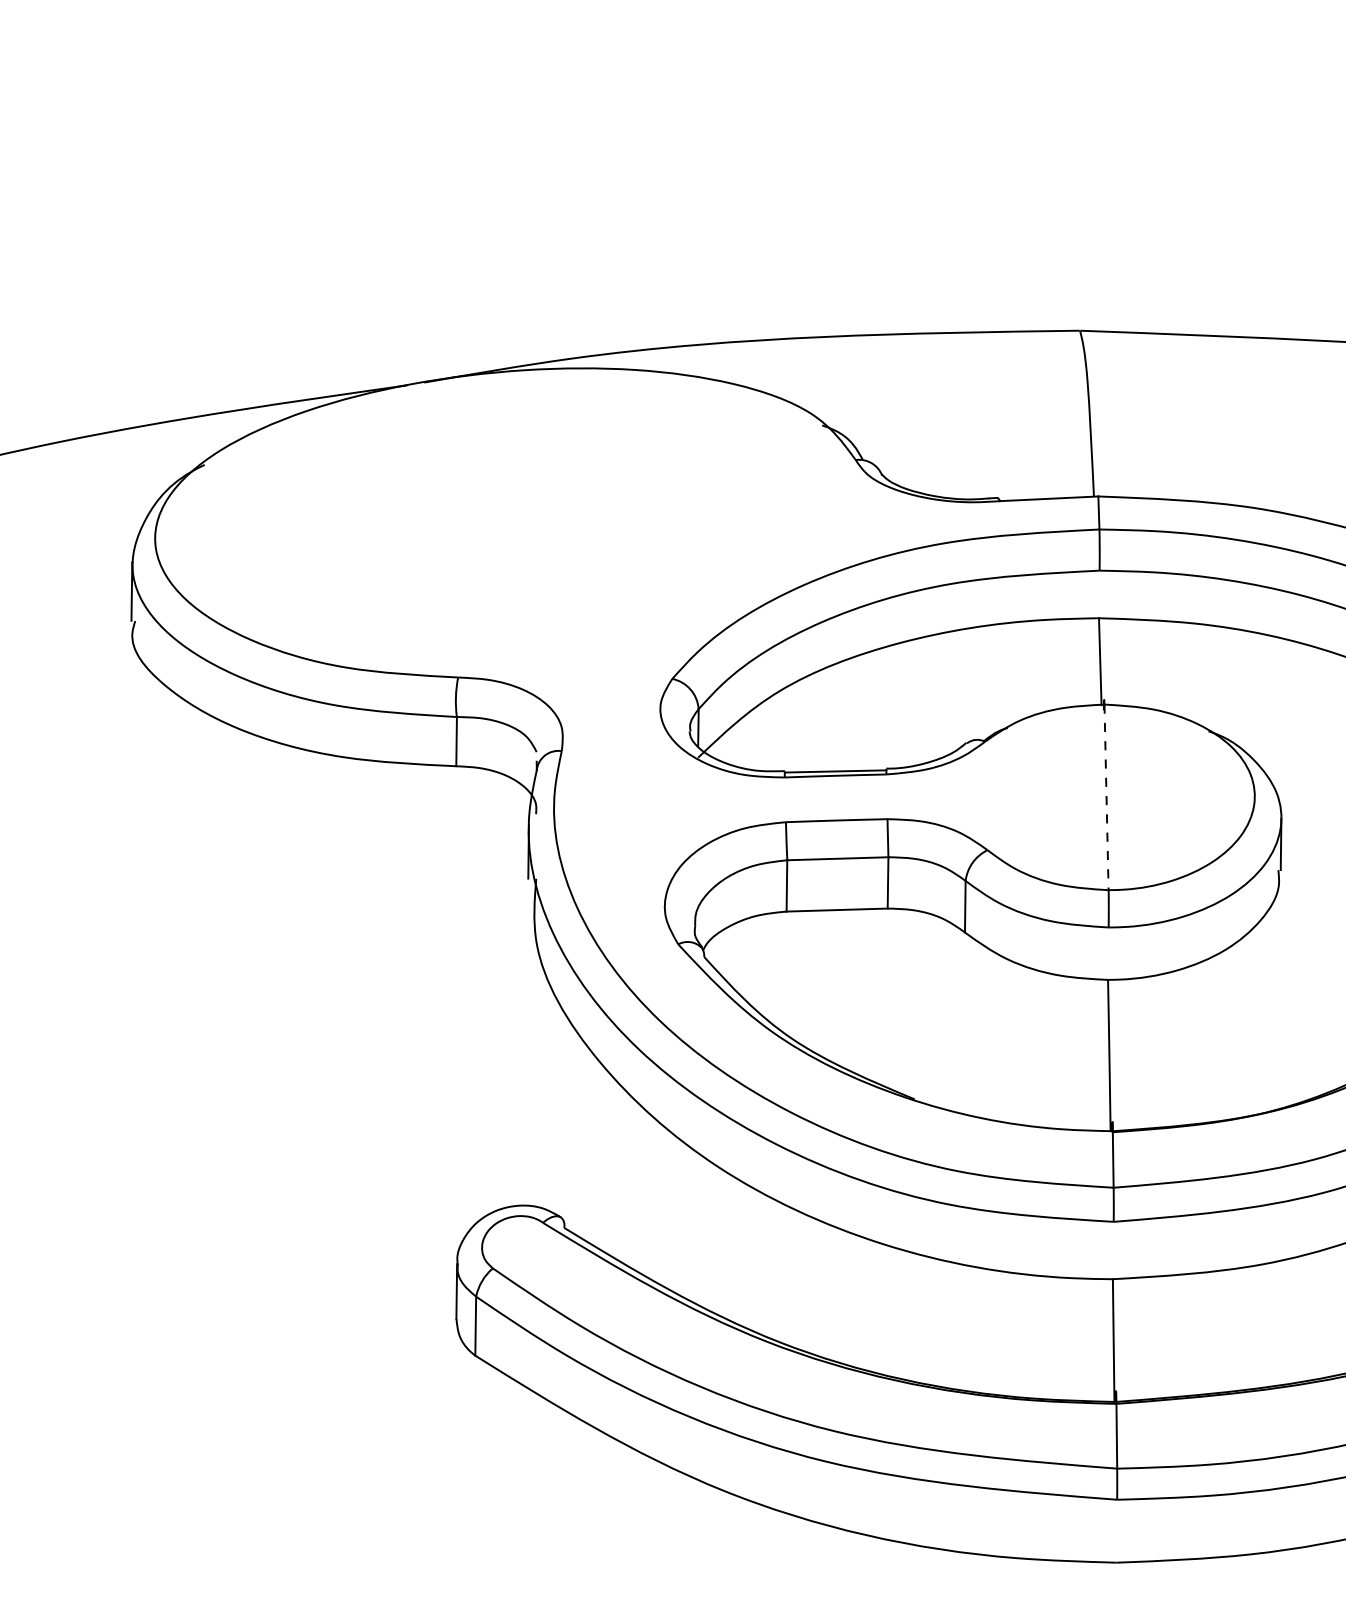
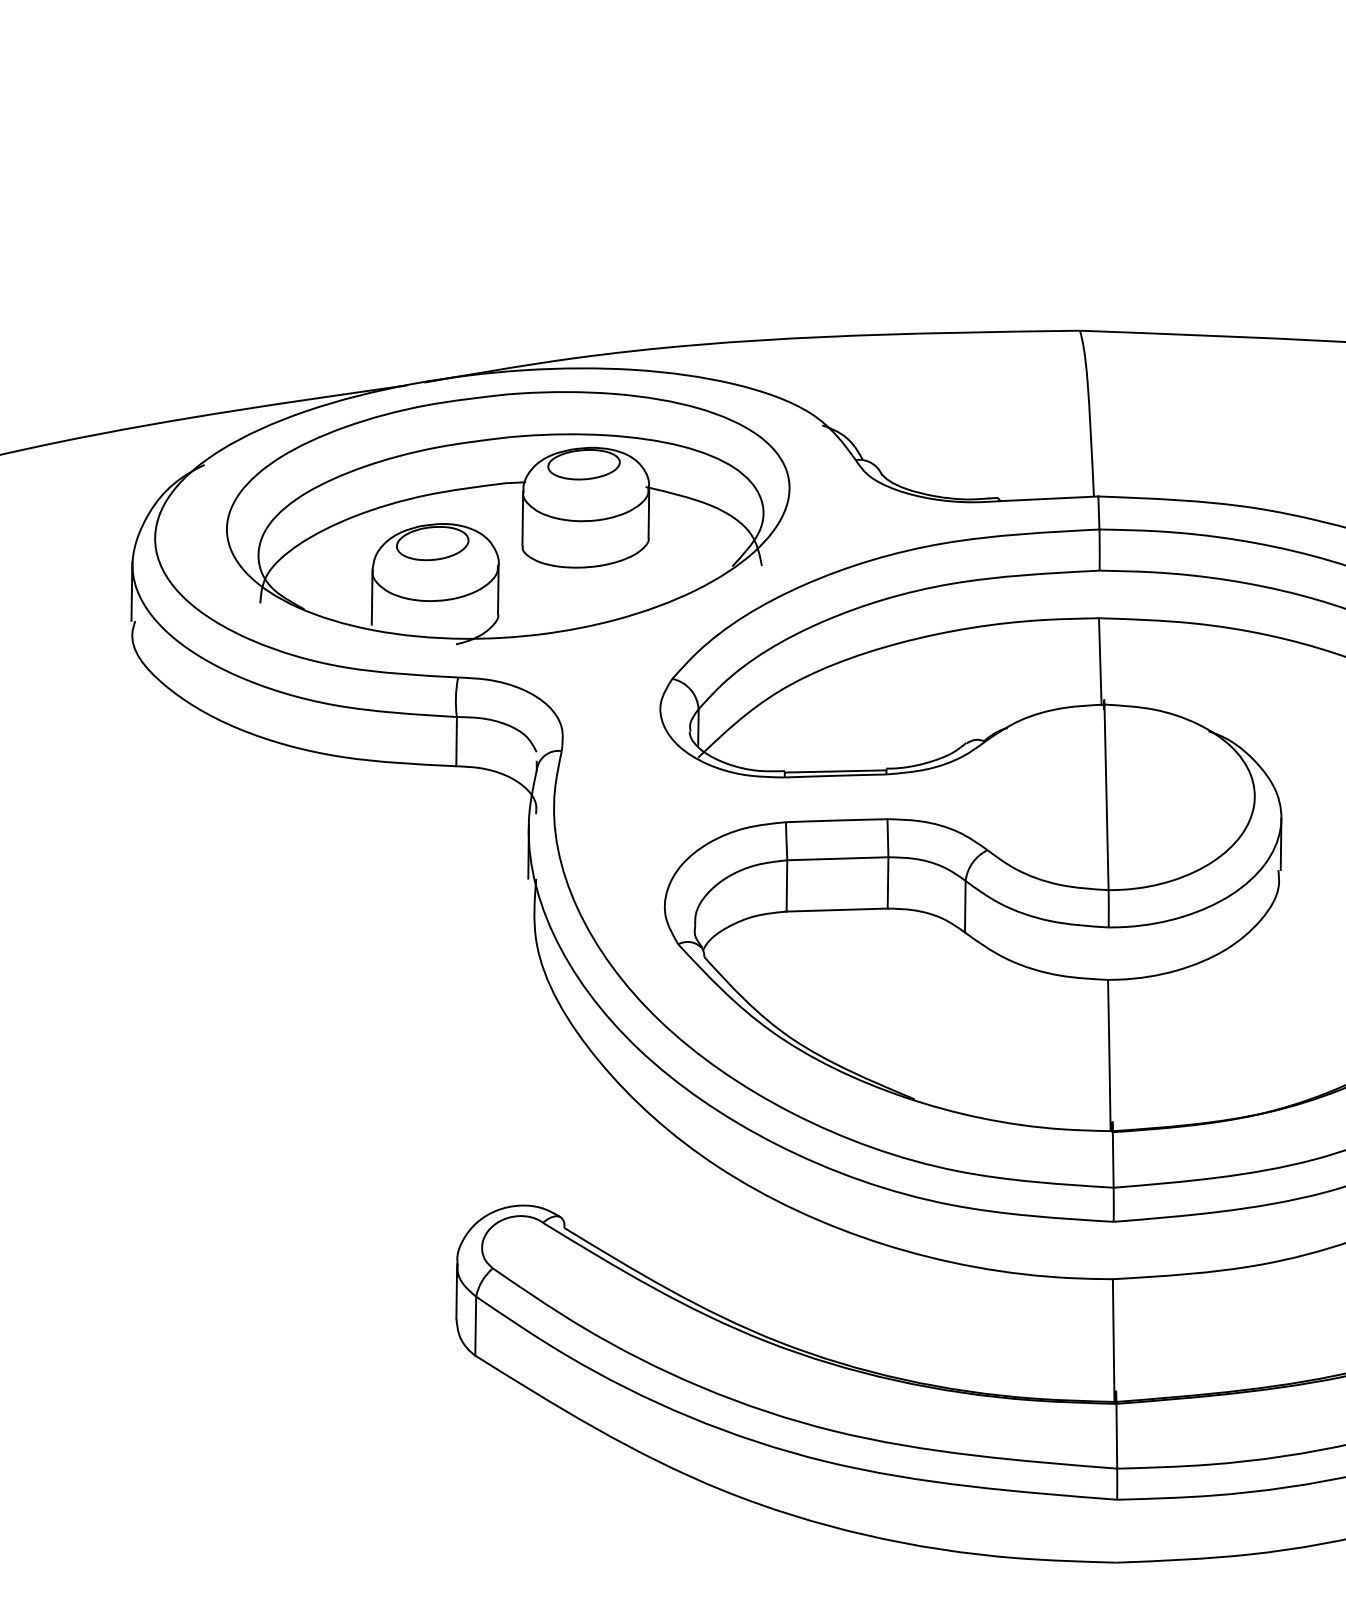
part at (508, 518): none -> present
line at (1106, 797): dashed -> solid
